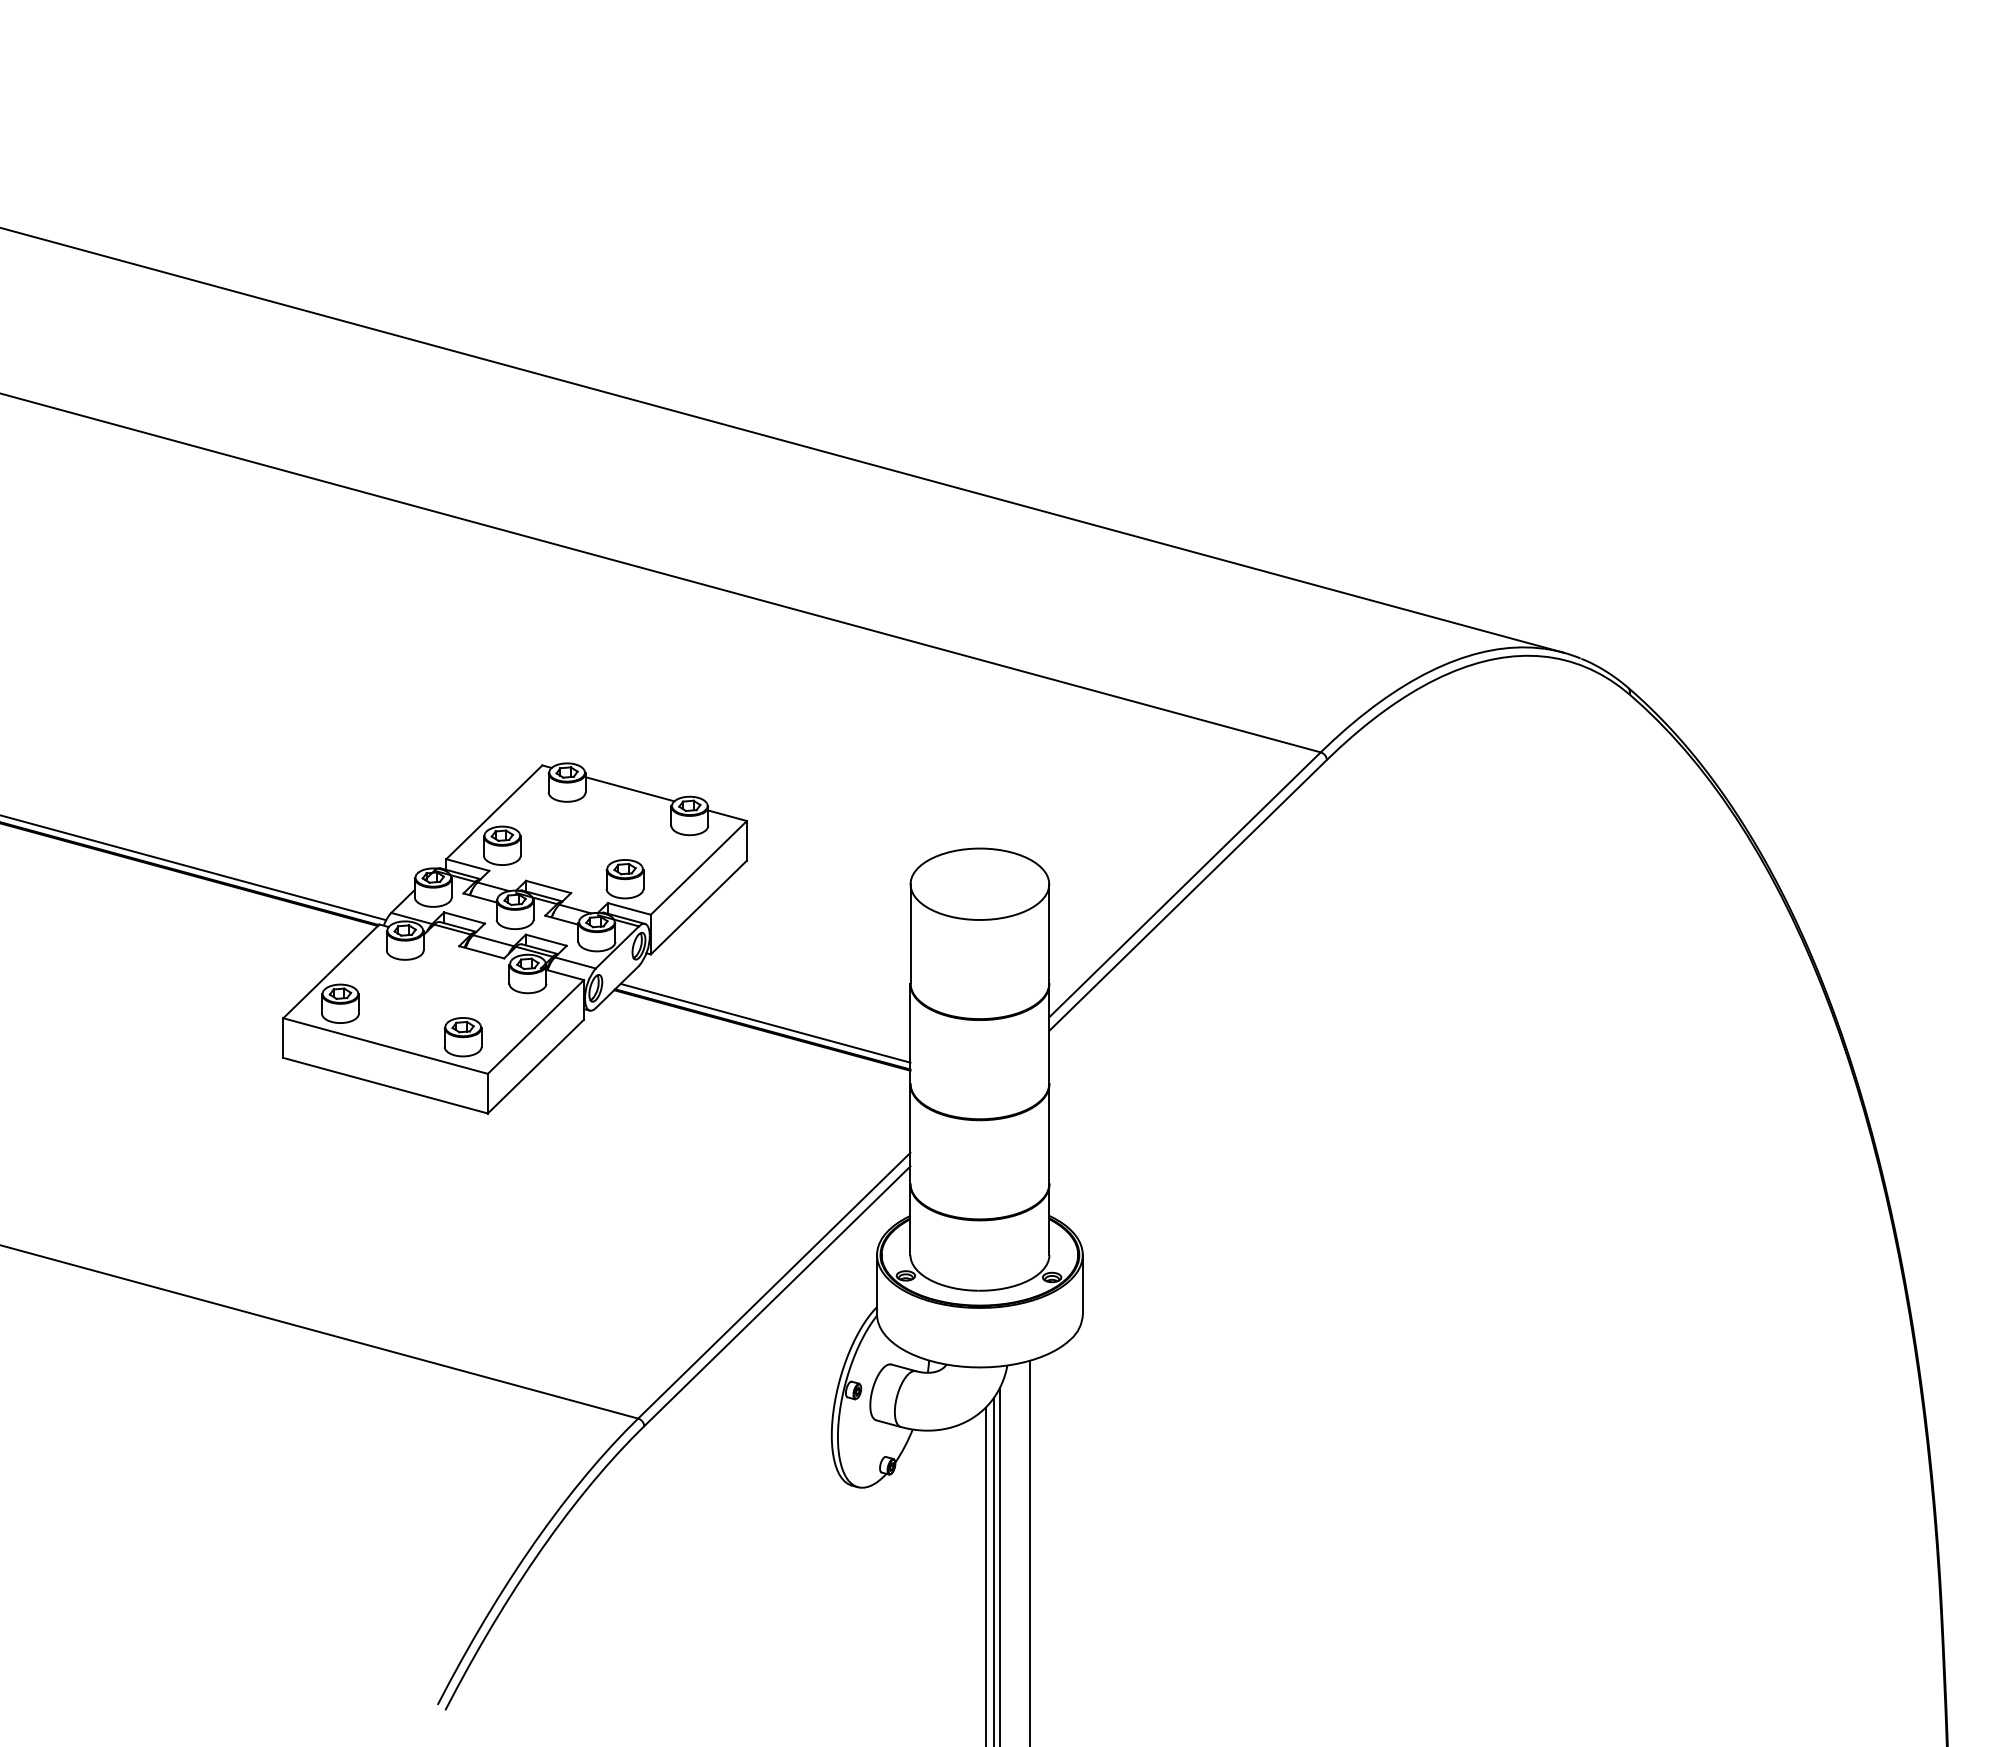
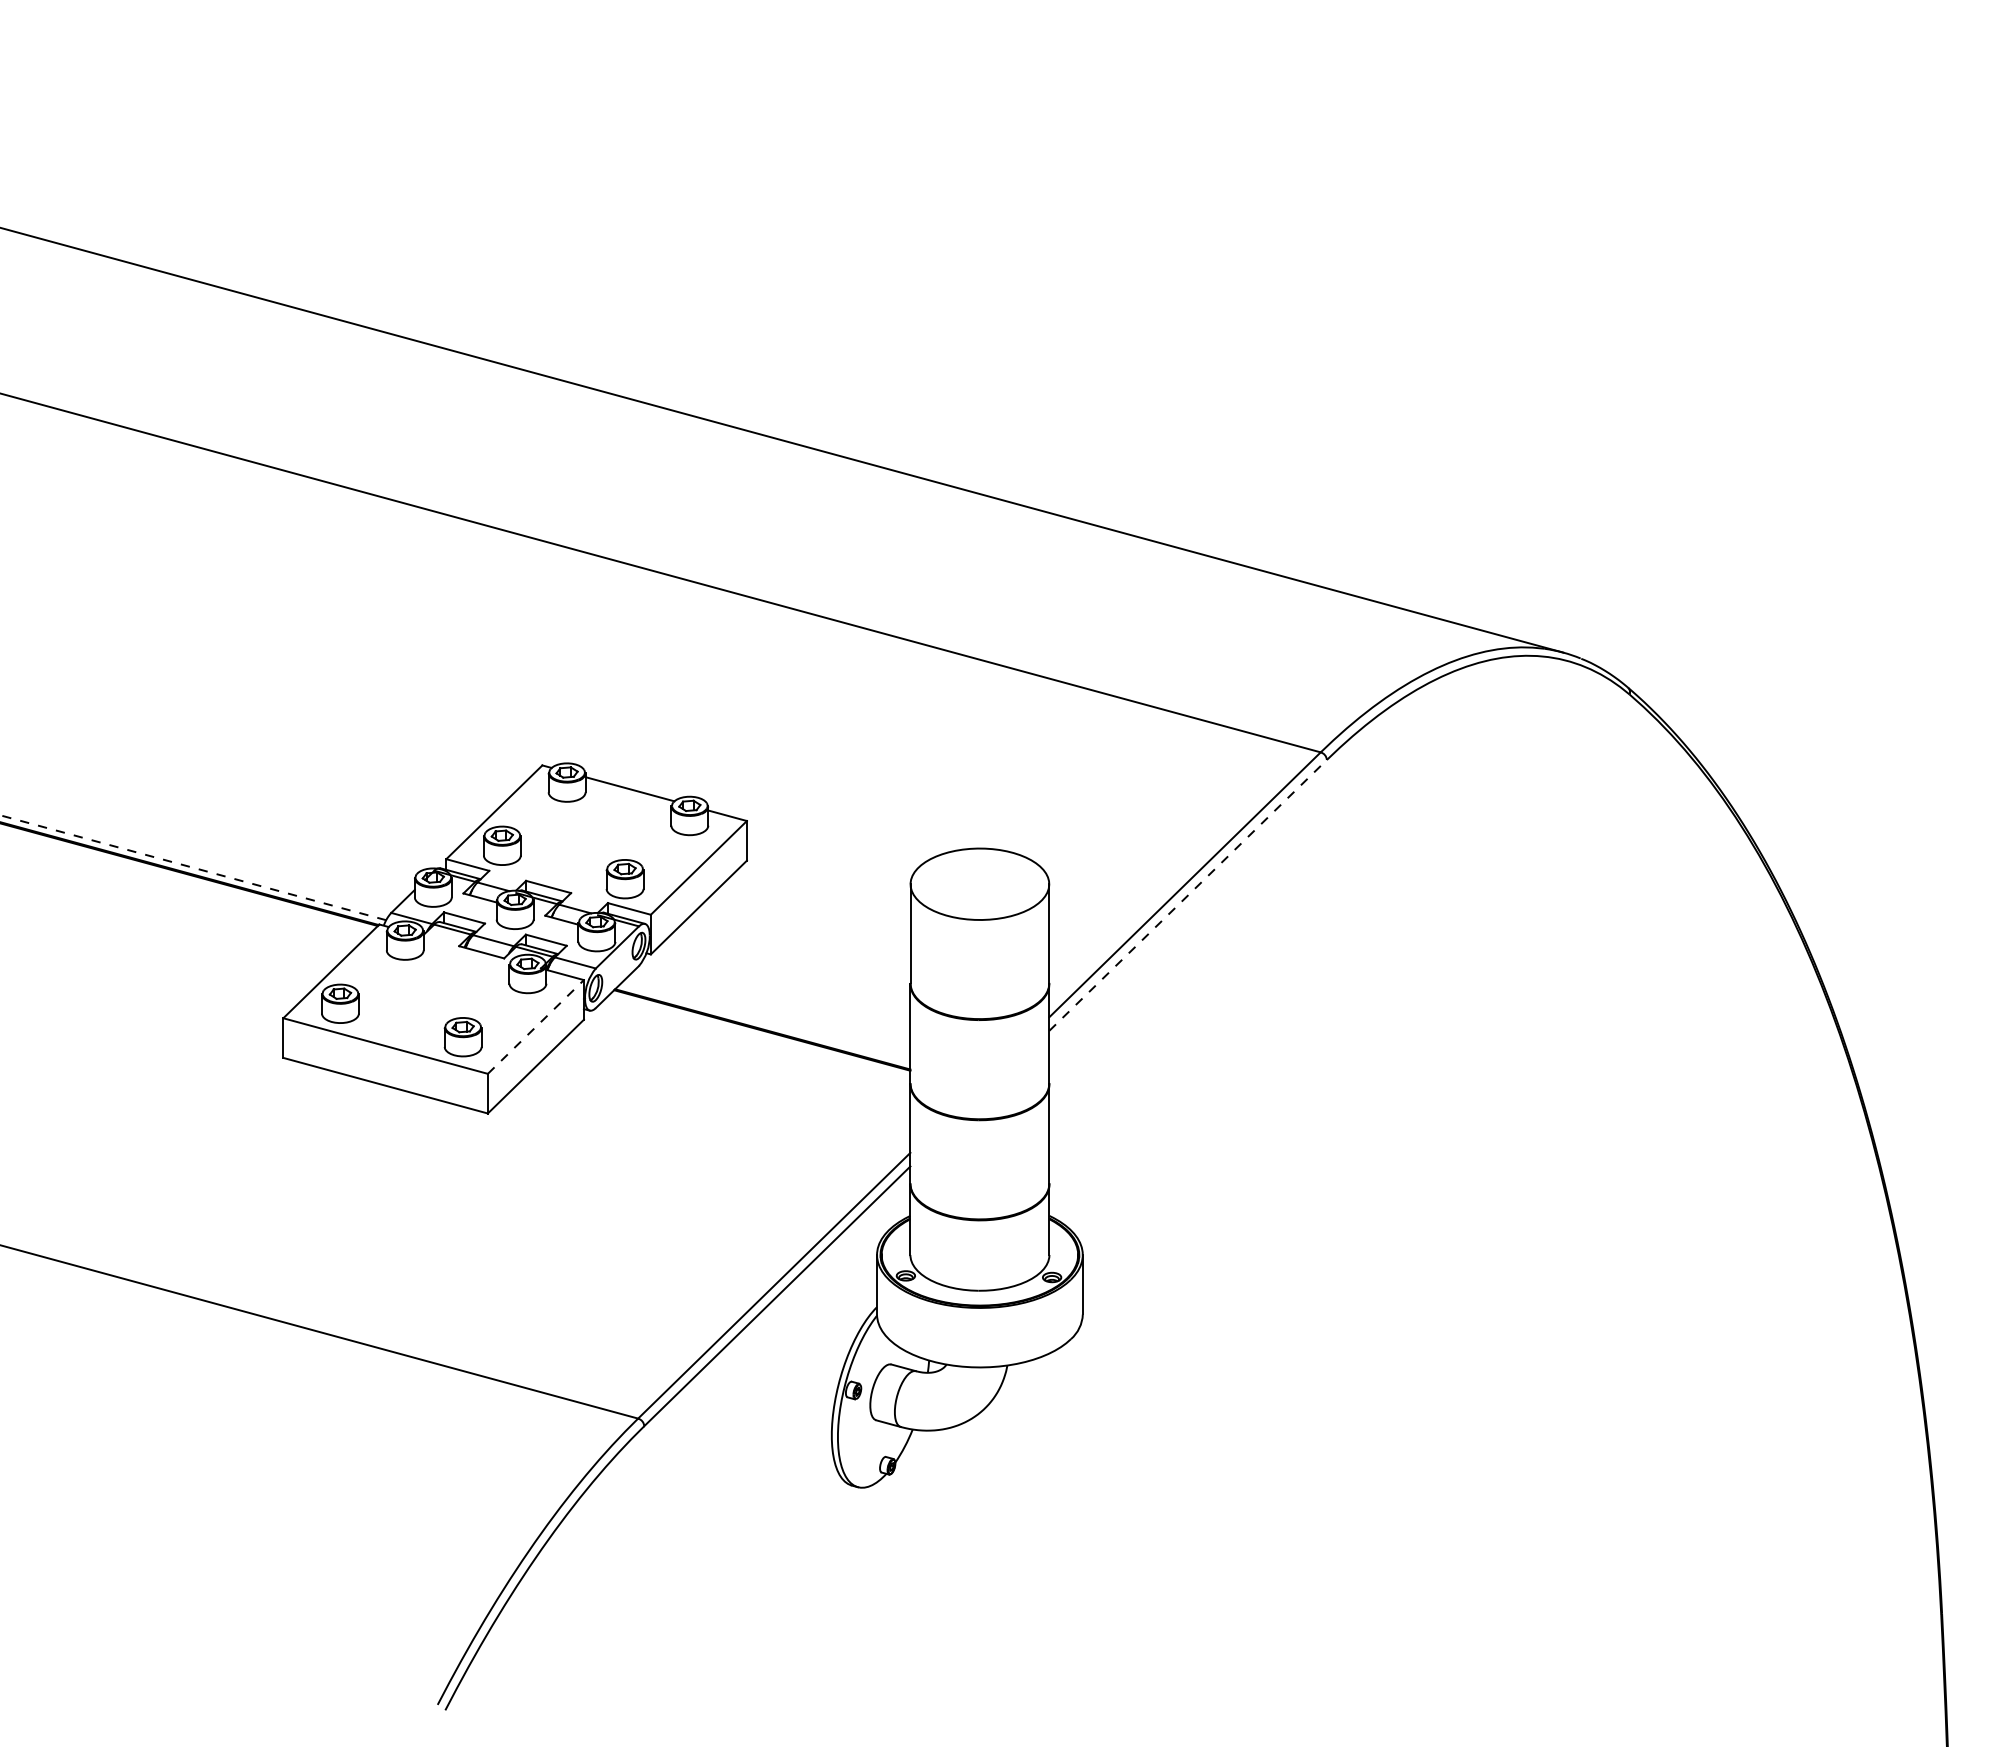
line at (193, 867): solid -> dashed
line at (1188, 895): solid -> dashed
line at (765, 1022): present -> none
line at (536, 1026): solid -> dashed
line at (1030, 1551): present -> none
line at (1000, 1565): present -> none
line at (993, 1570): present -> none
line at (985, 1575): present -> none
